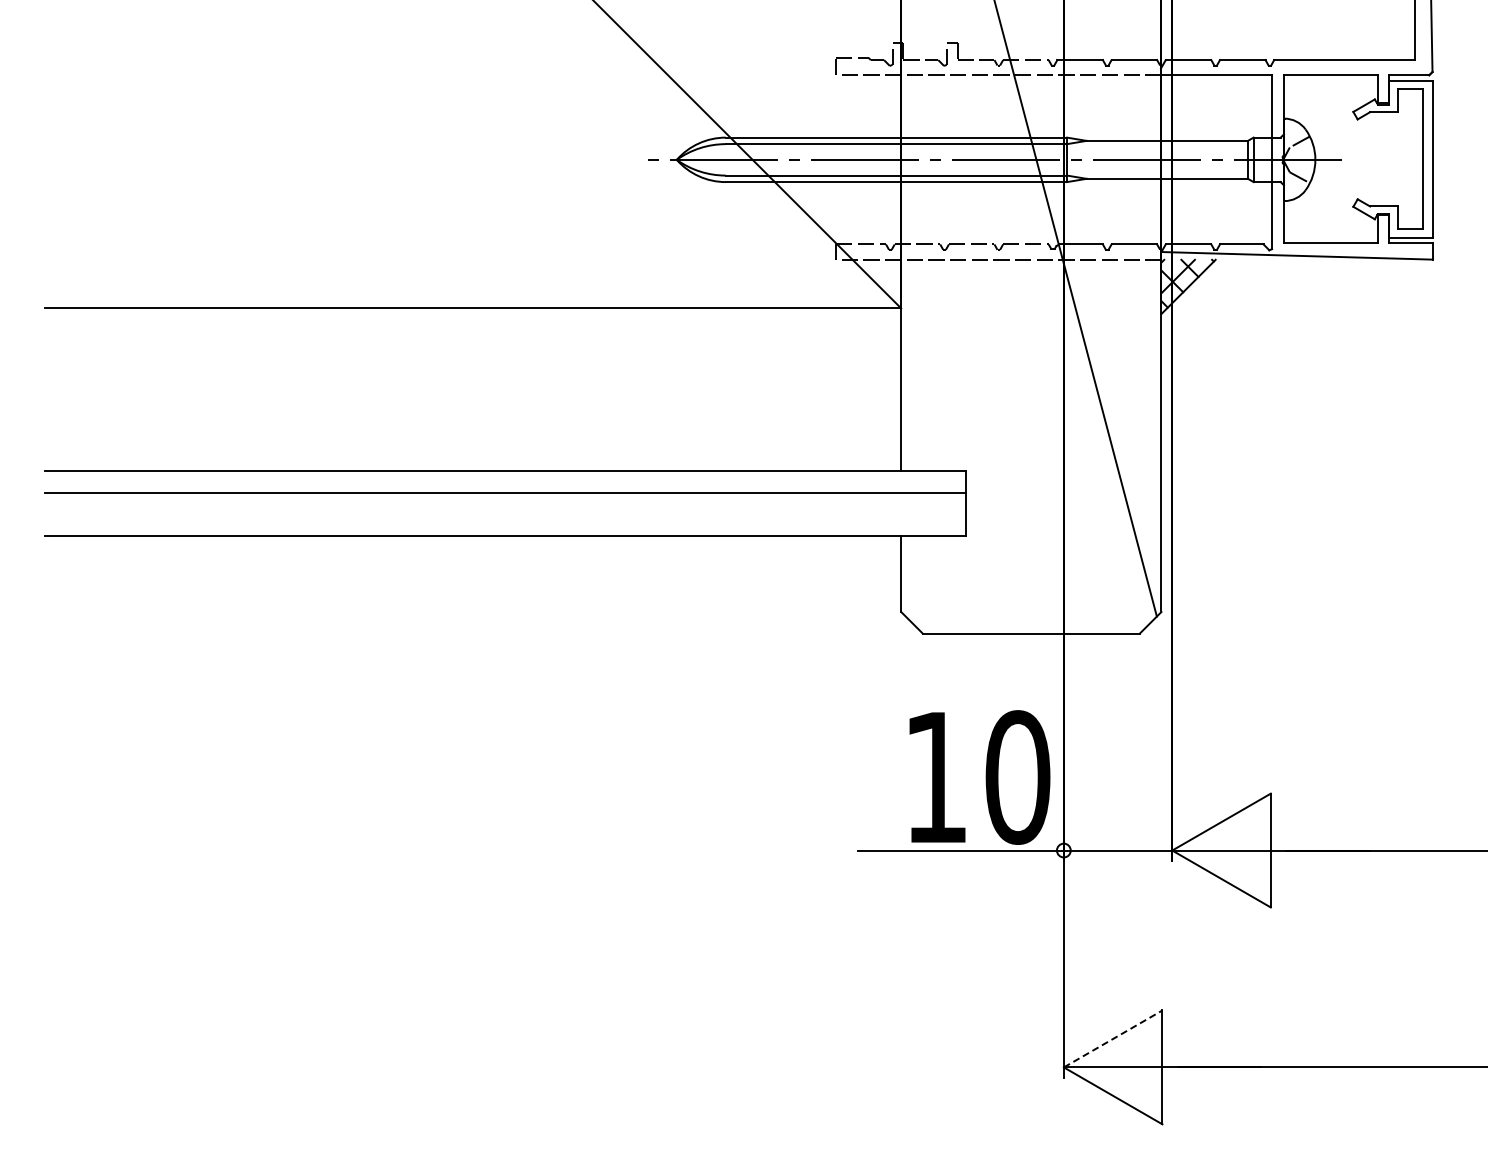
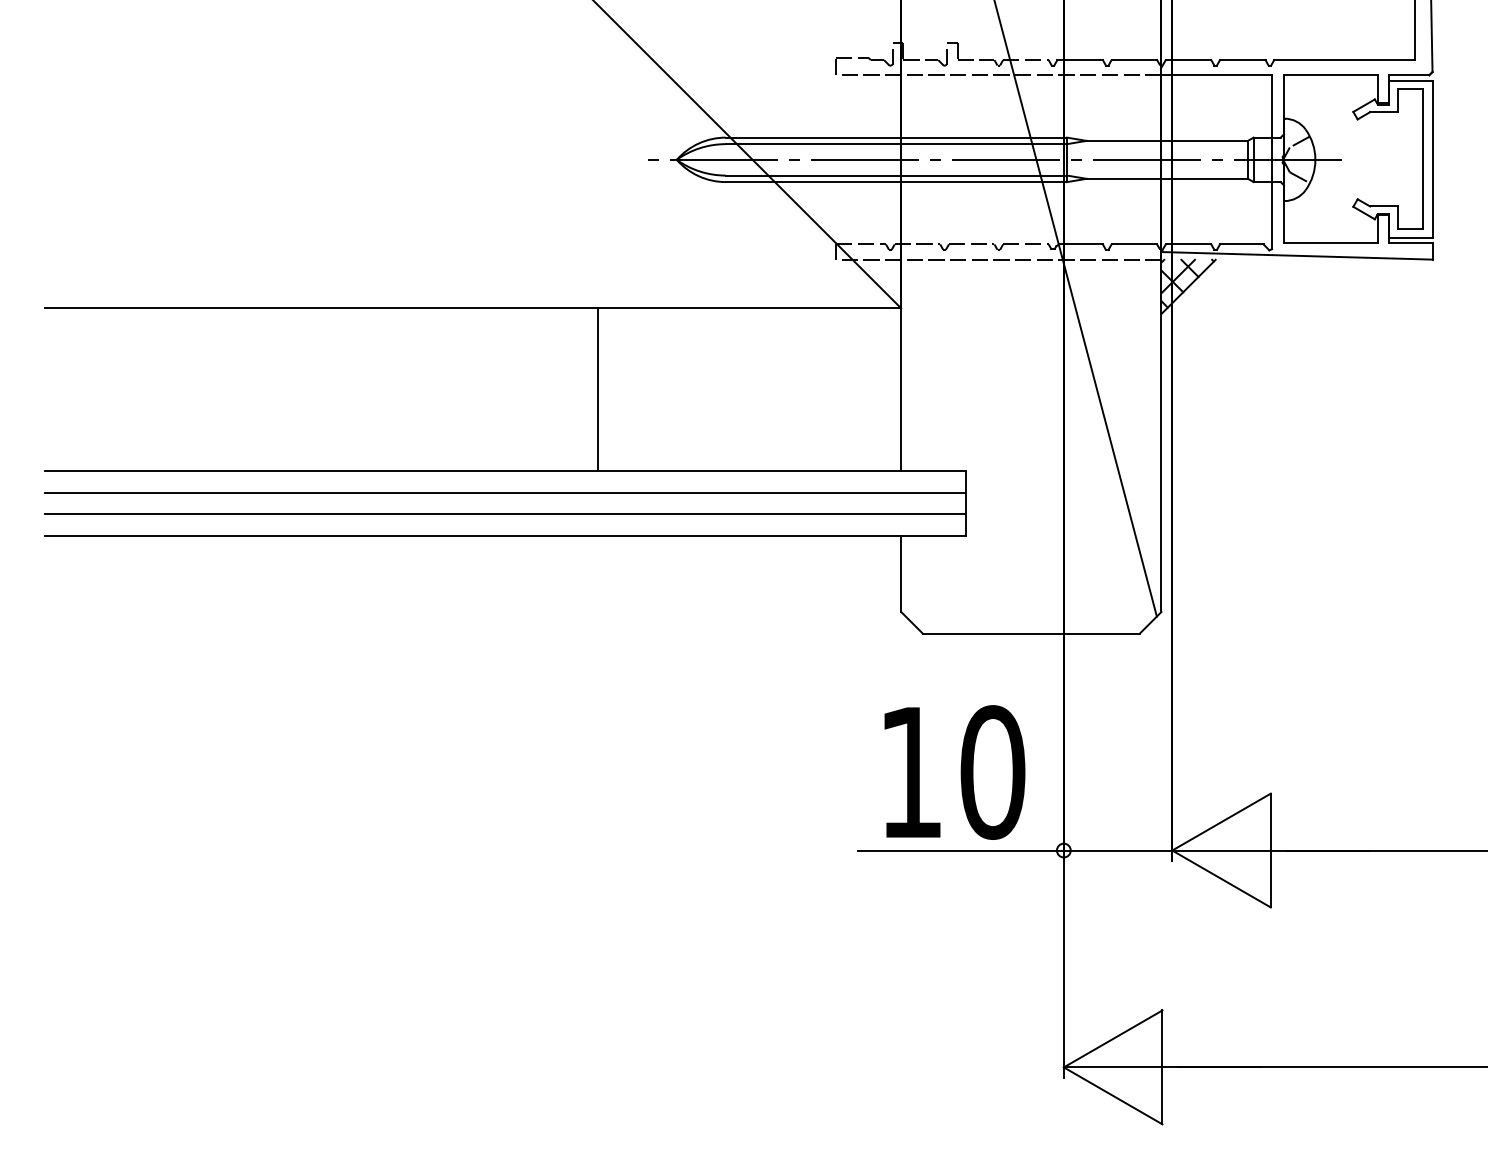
line at (597, 389): none -> present
line at (505, 514): none -> present
text at (979, 777) position: (979, 777) -> (954, 772)
line at (1113, 1038): dashed -> solid
